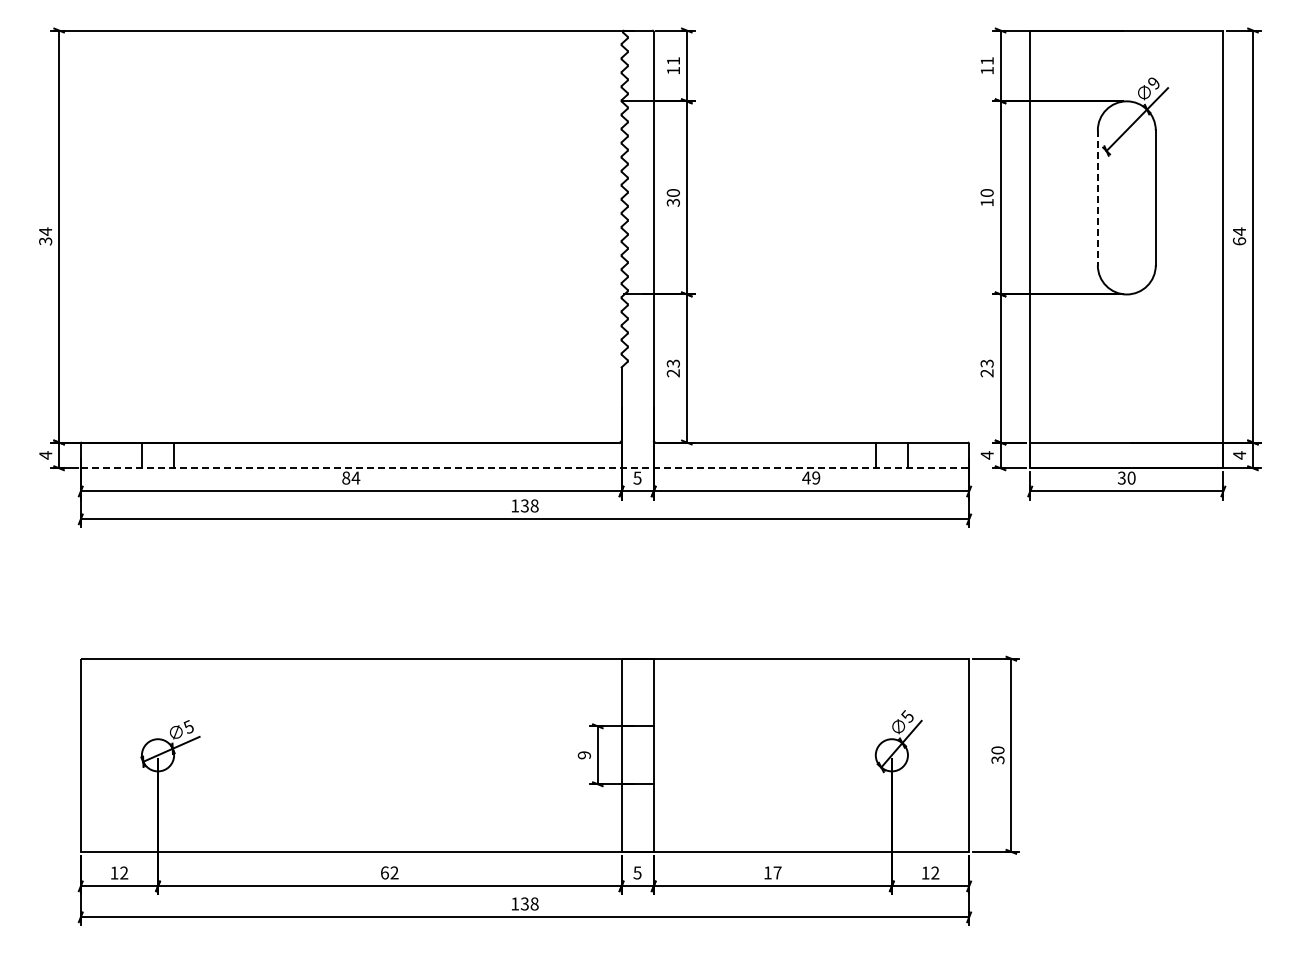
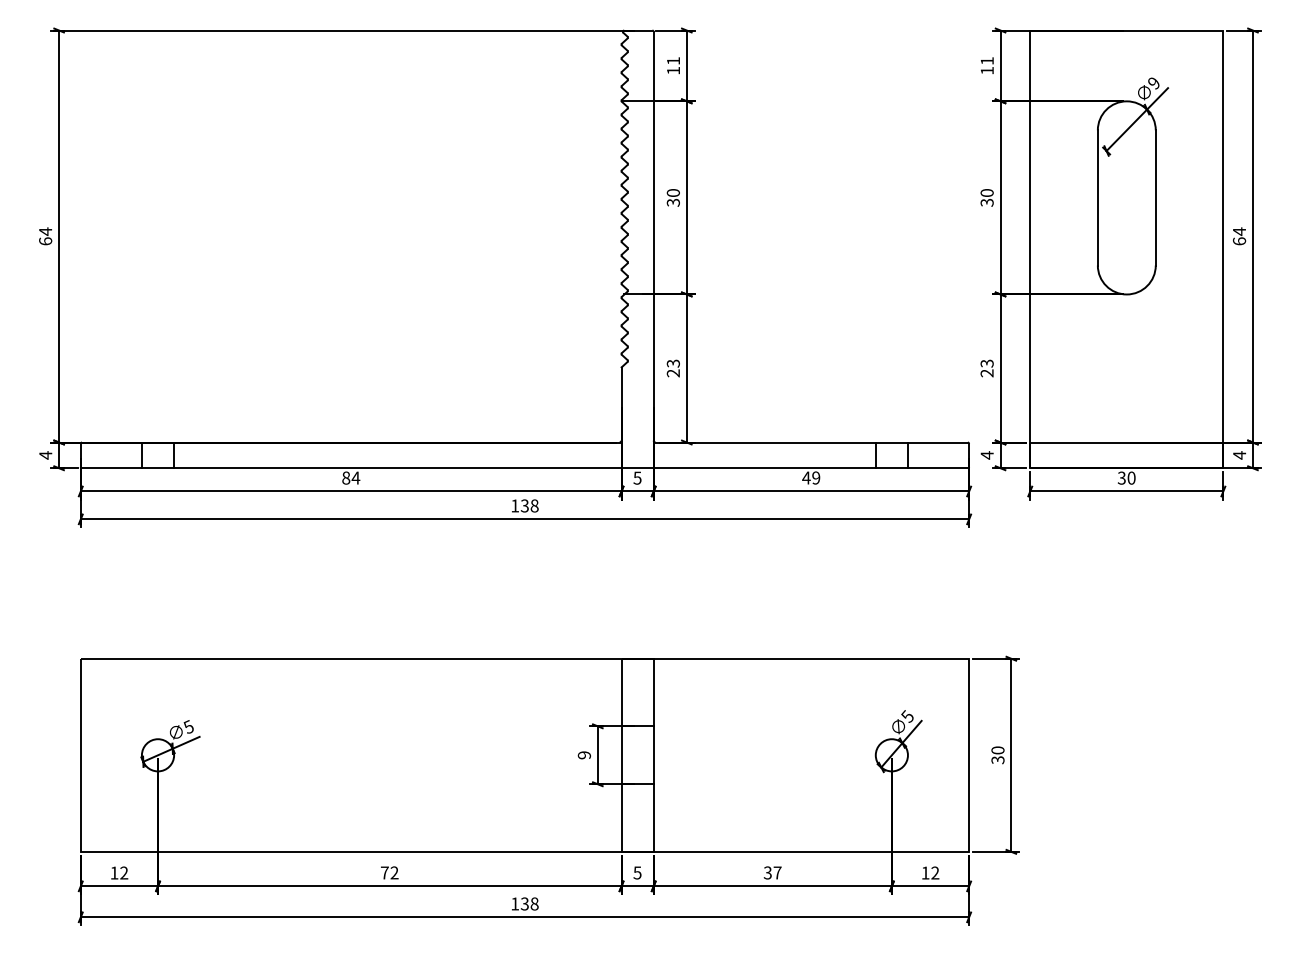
line at (1097, 197): dashed -> solid
text at (986, 202): 10 -> 30
text at (45, 241): 34 -> 64
line at (524, 468): dashed -> solid
text at (384, 872): 62 -> 72
text at (767, 872): 17 -> 37
